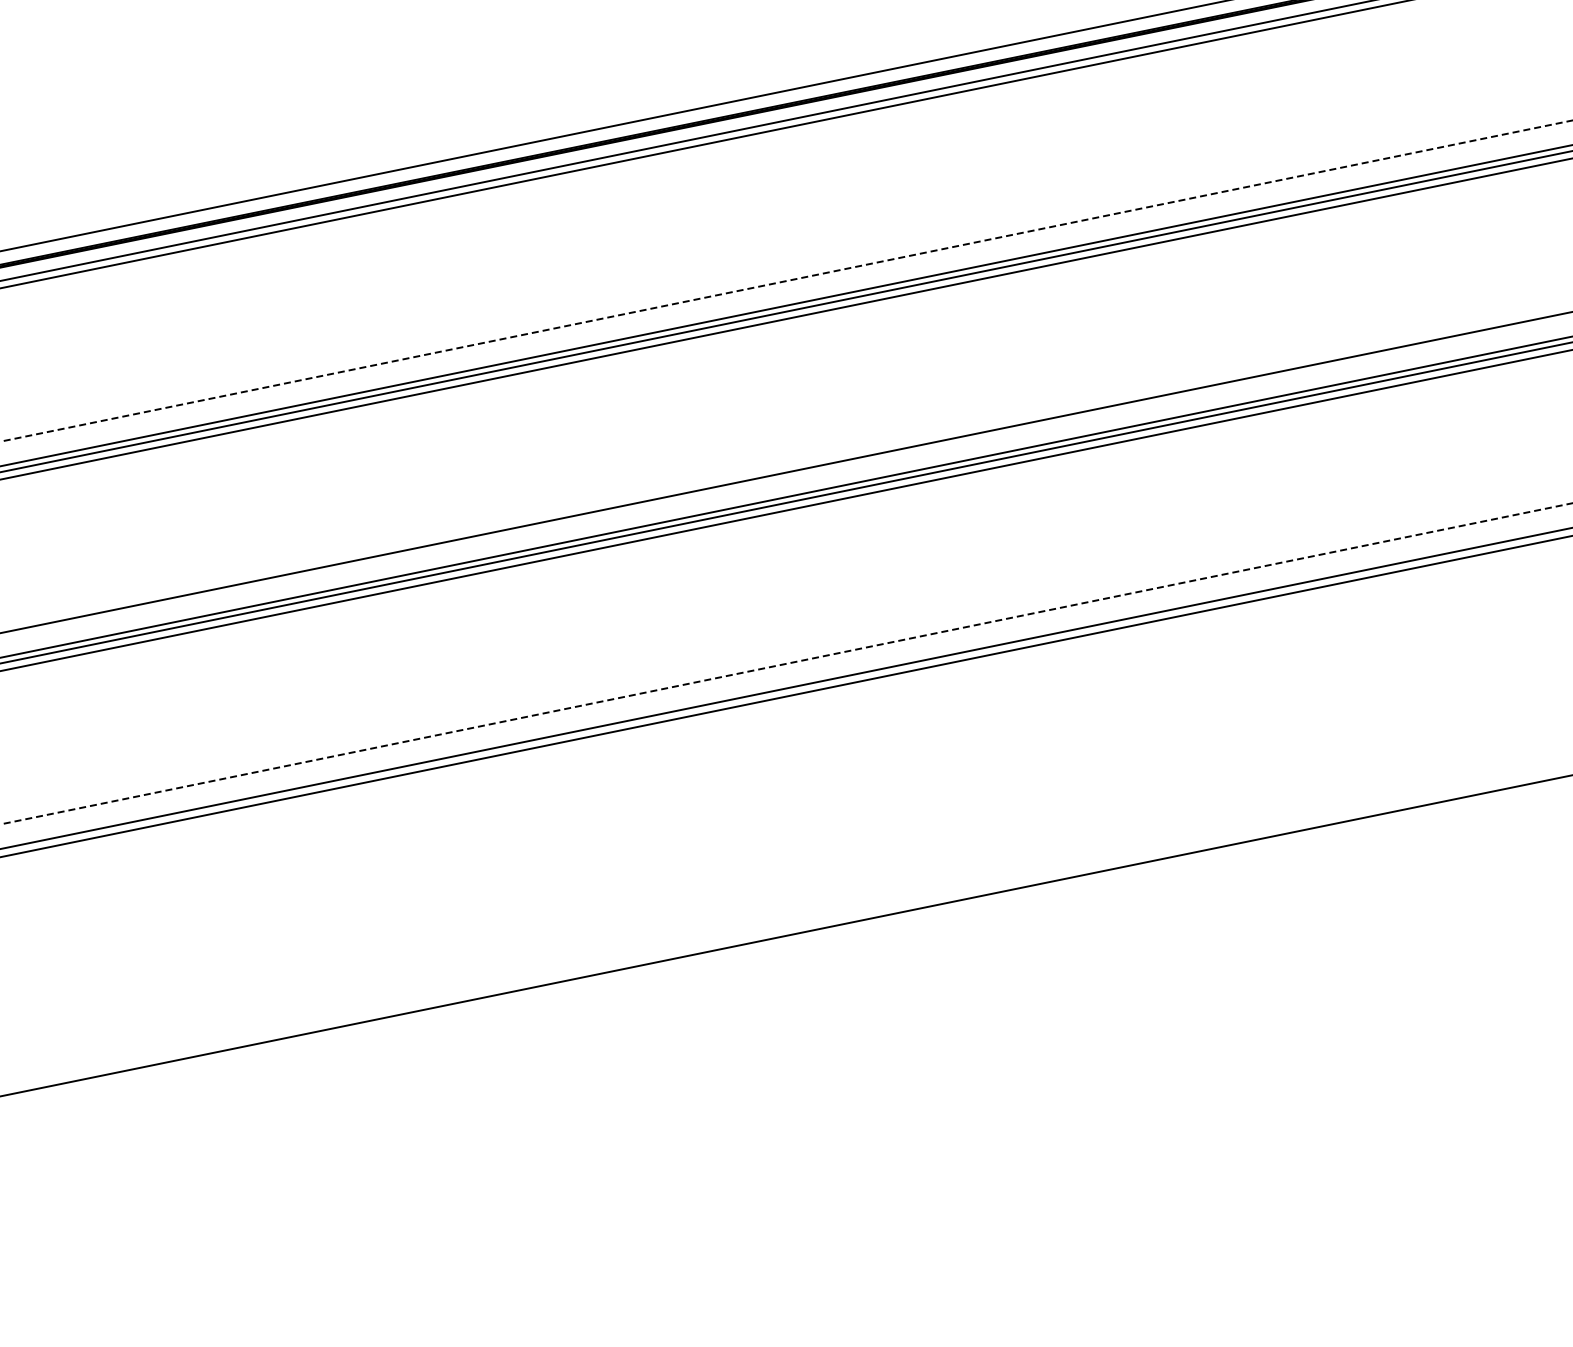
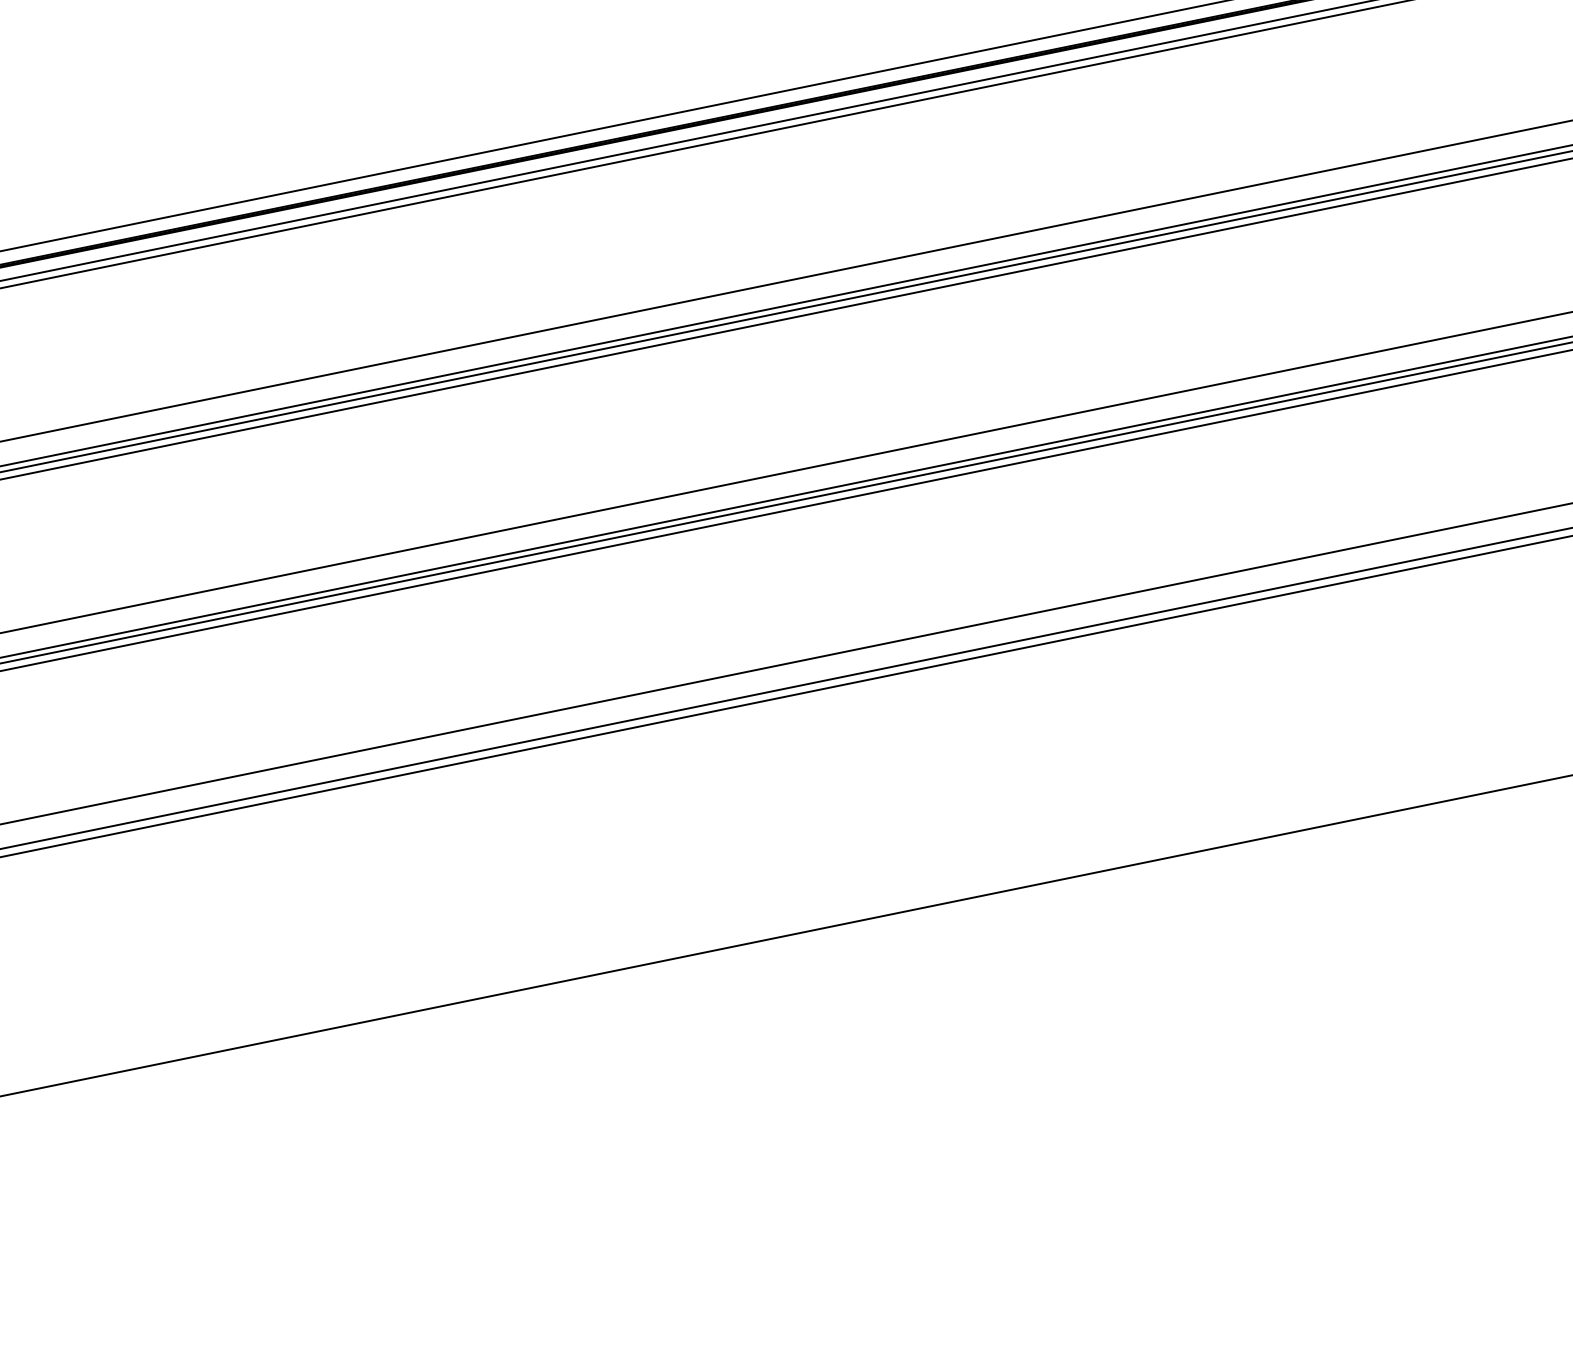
line at (787, 280): dashed -> solid
line at (787, 663): dashed -> solid
